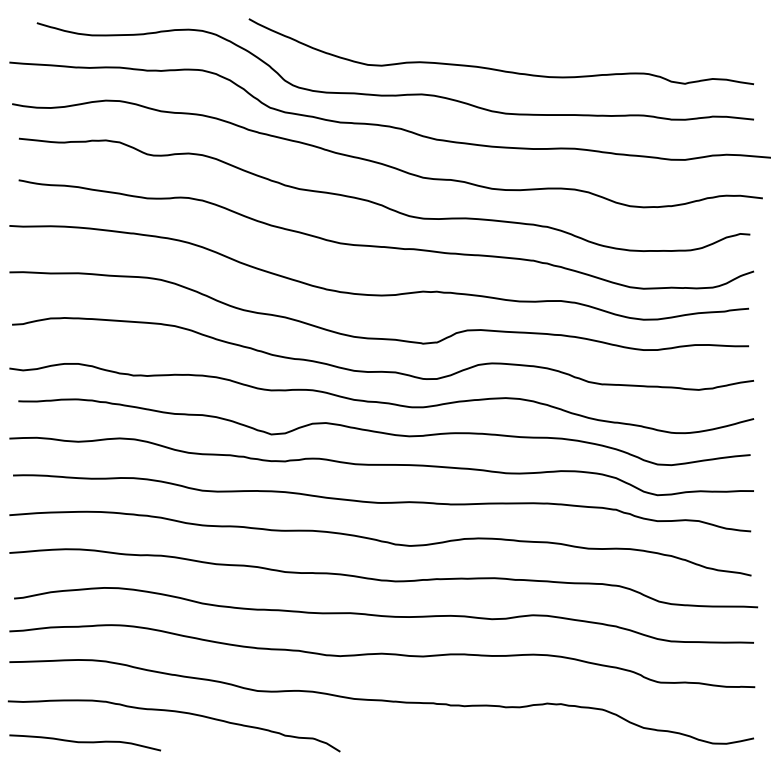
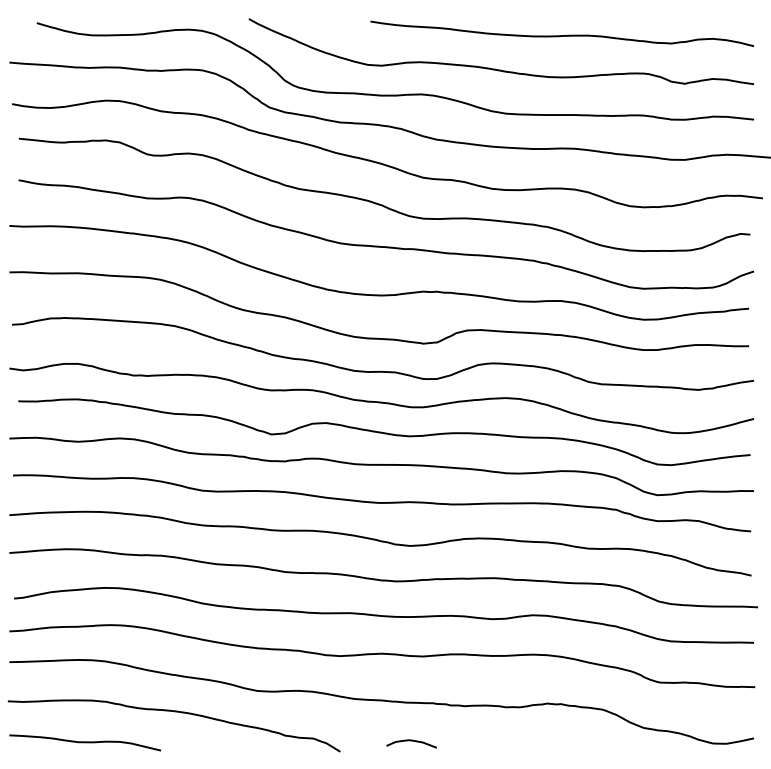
curve at (562, 35): none -> present
curve at (411, 741): none -> present
